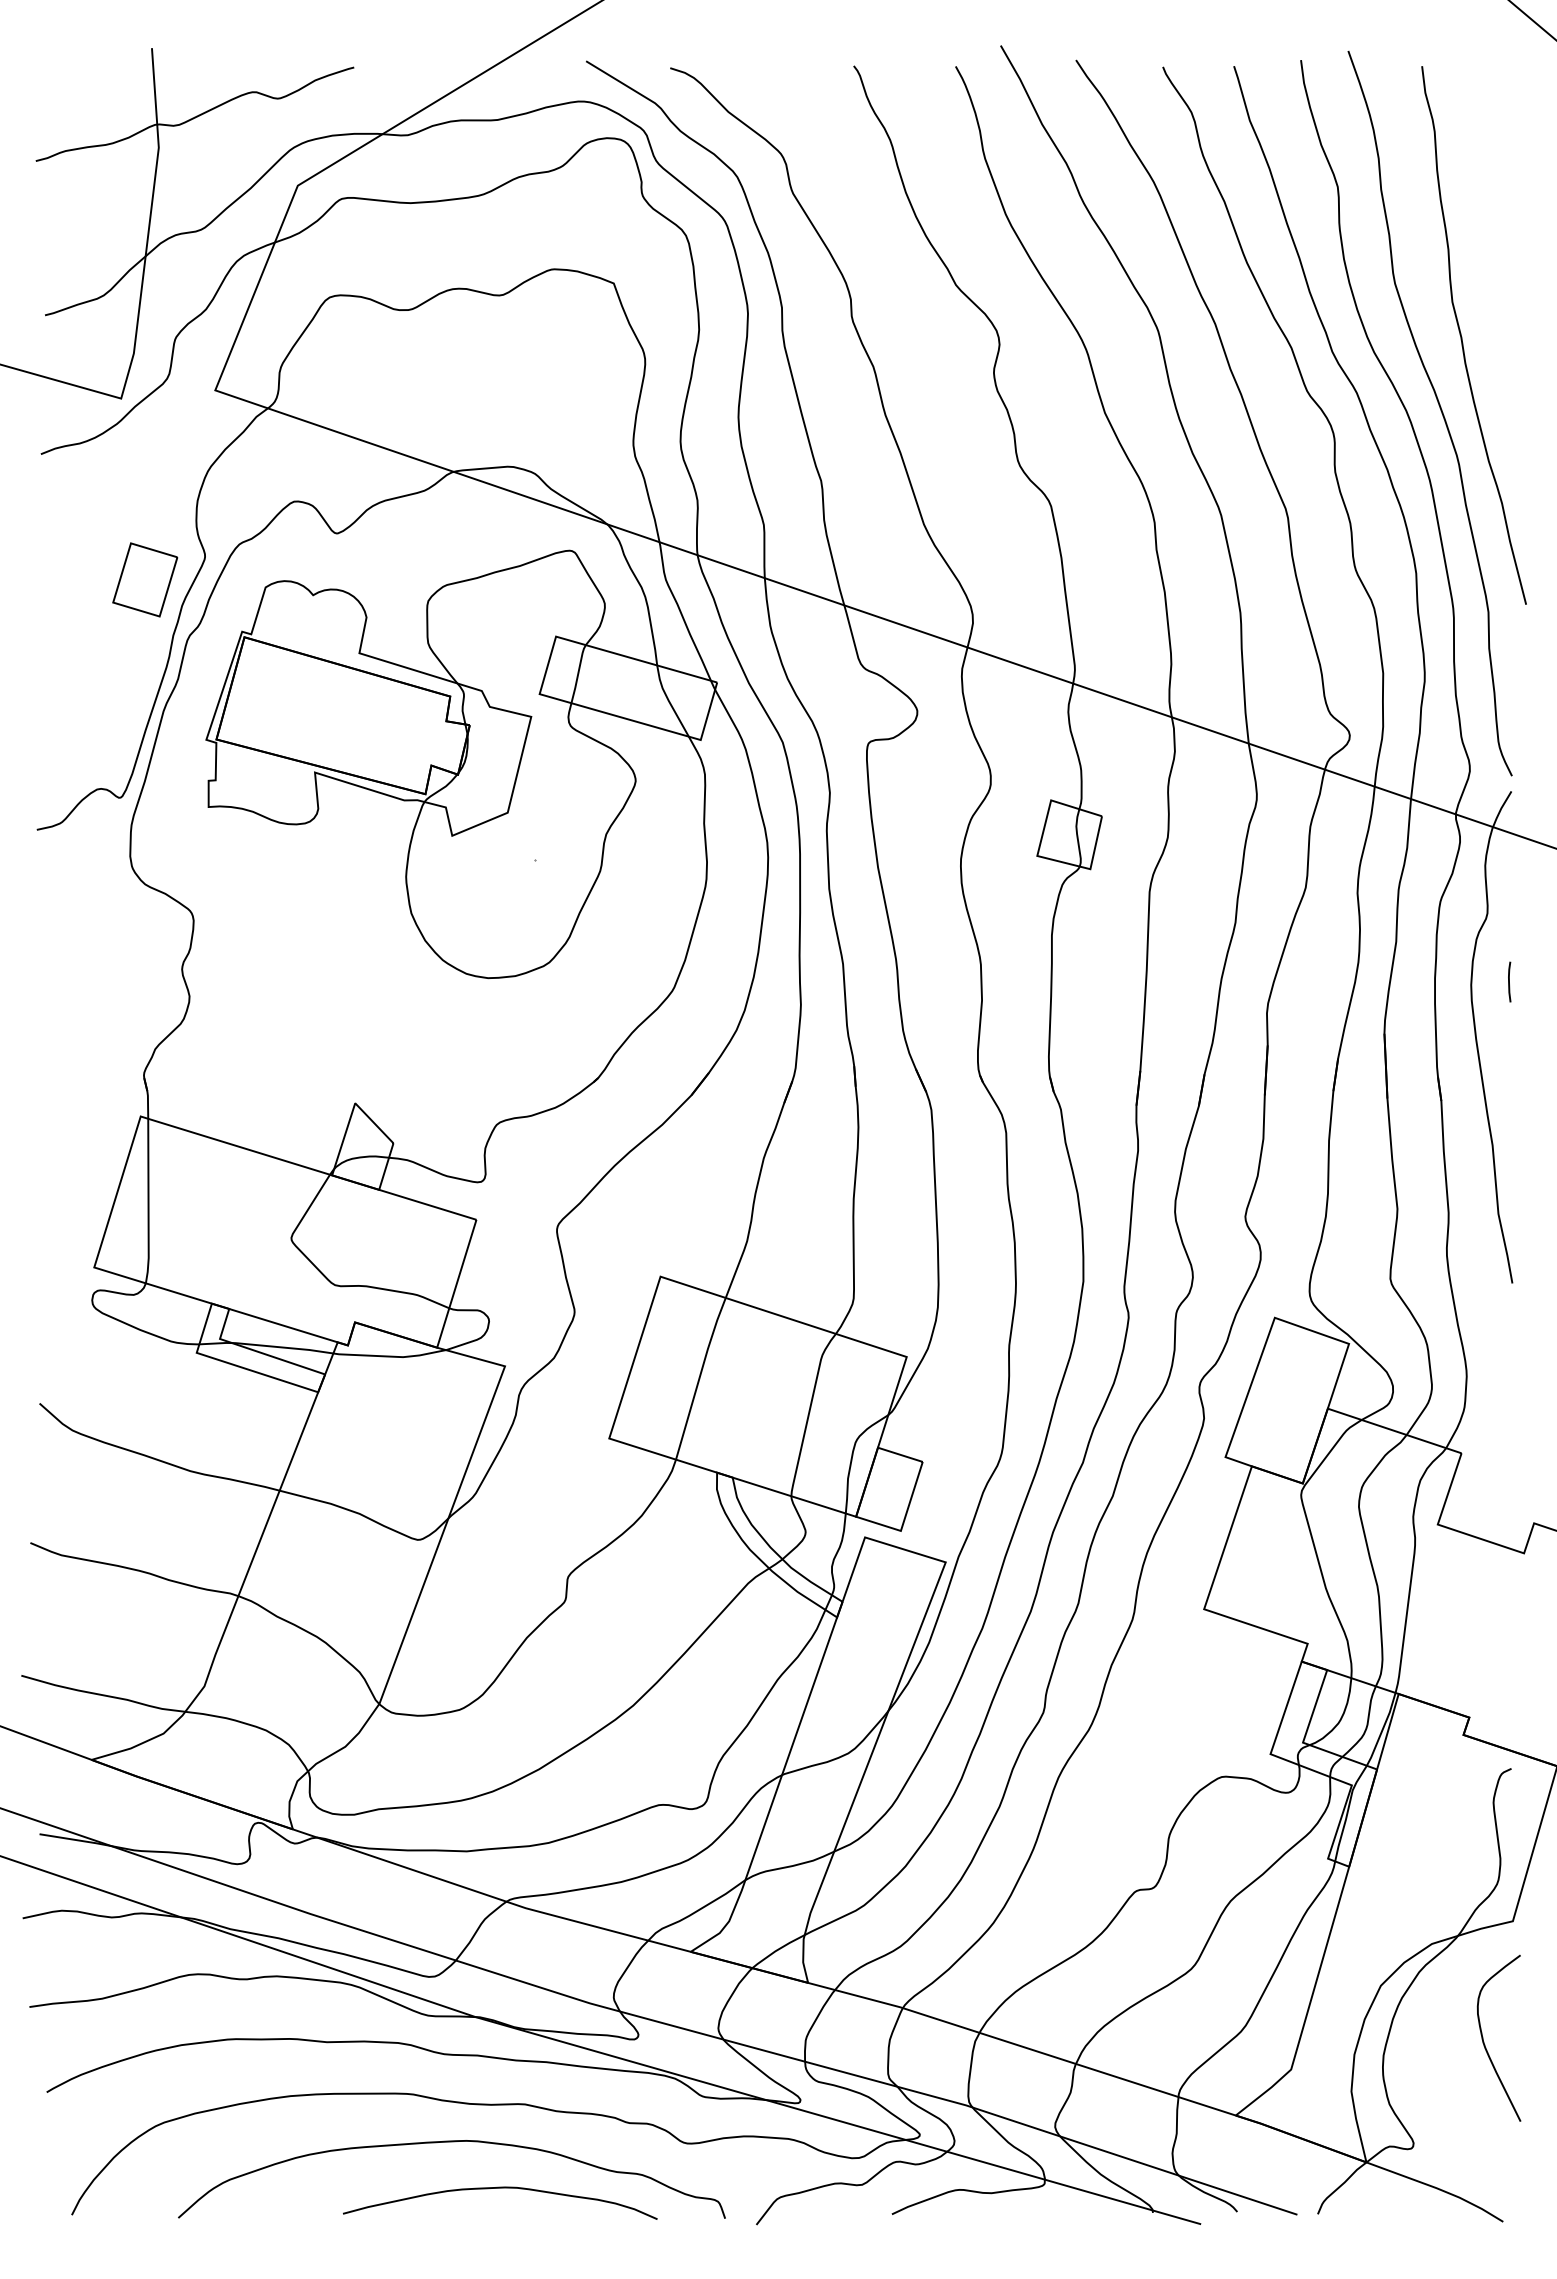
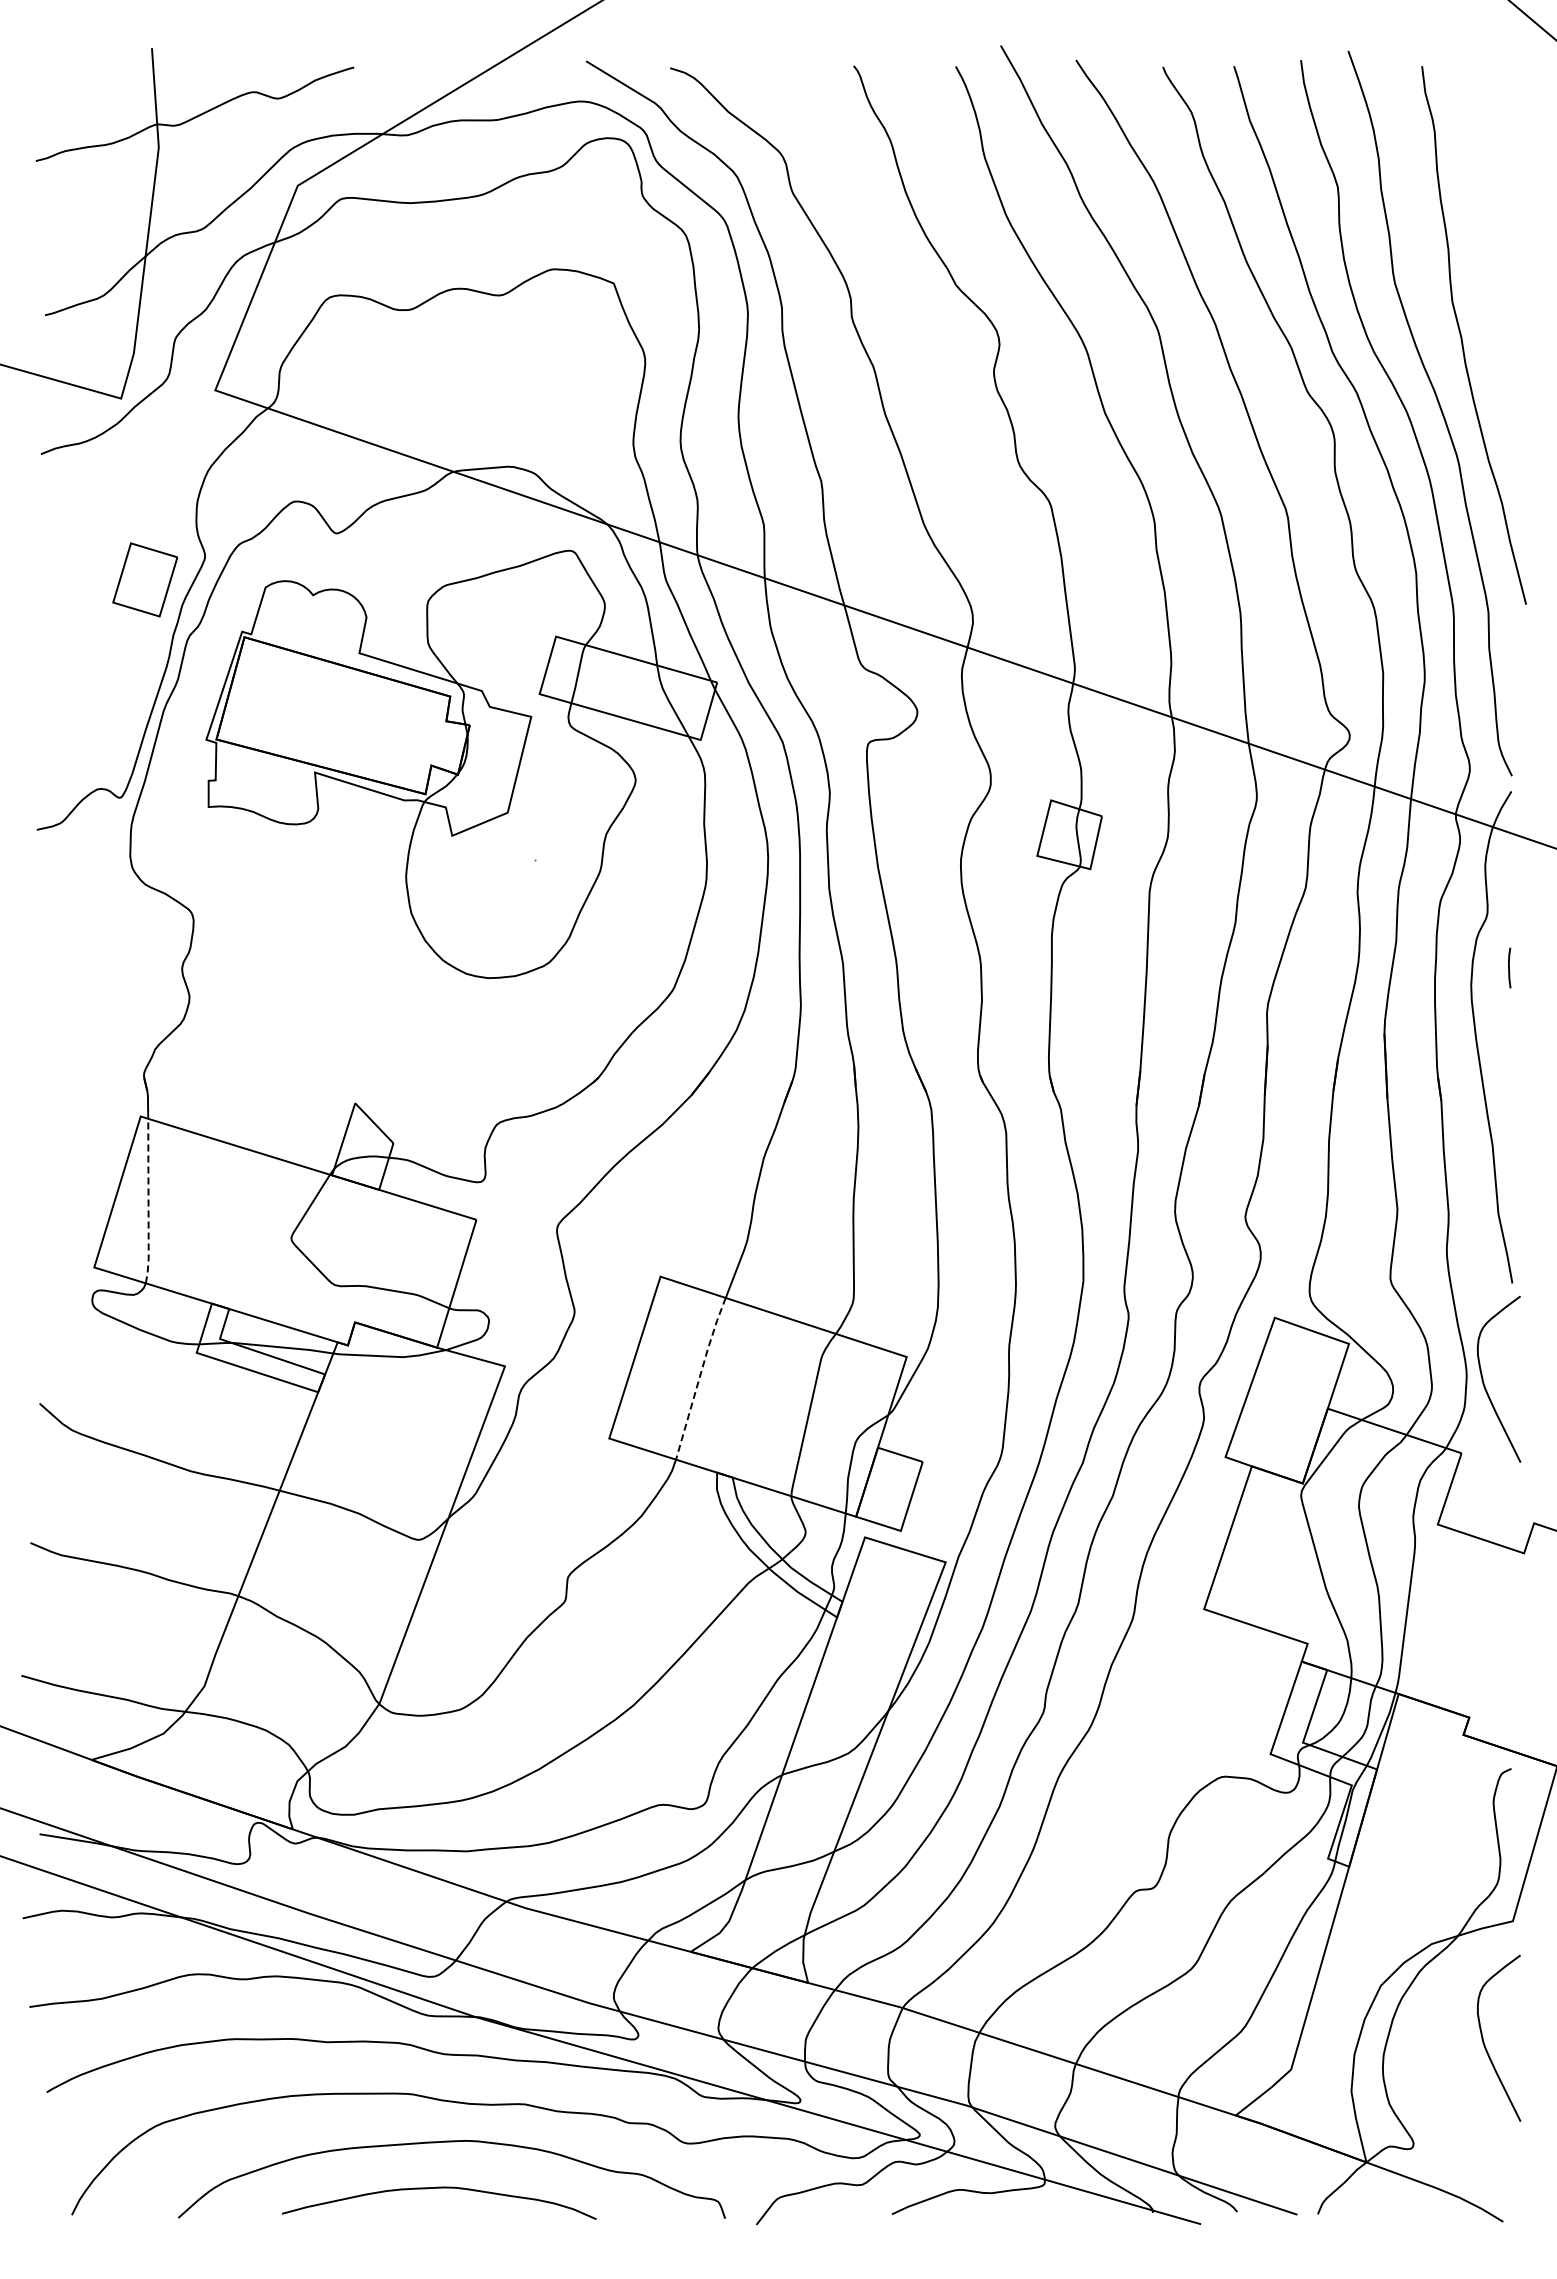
line at (1509, 981) position: (1509, 981) -> (1509, 967)
line at (148, 1202): solid -> dashed
line at (699, 1377): solid -> dashed
curve at (1484, 1382): none -> present
curve at (500, 2188) position: (500, 2188) -> (439, 2188)
